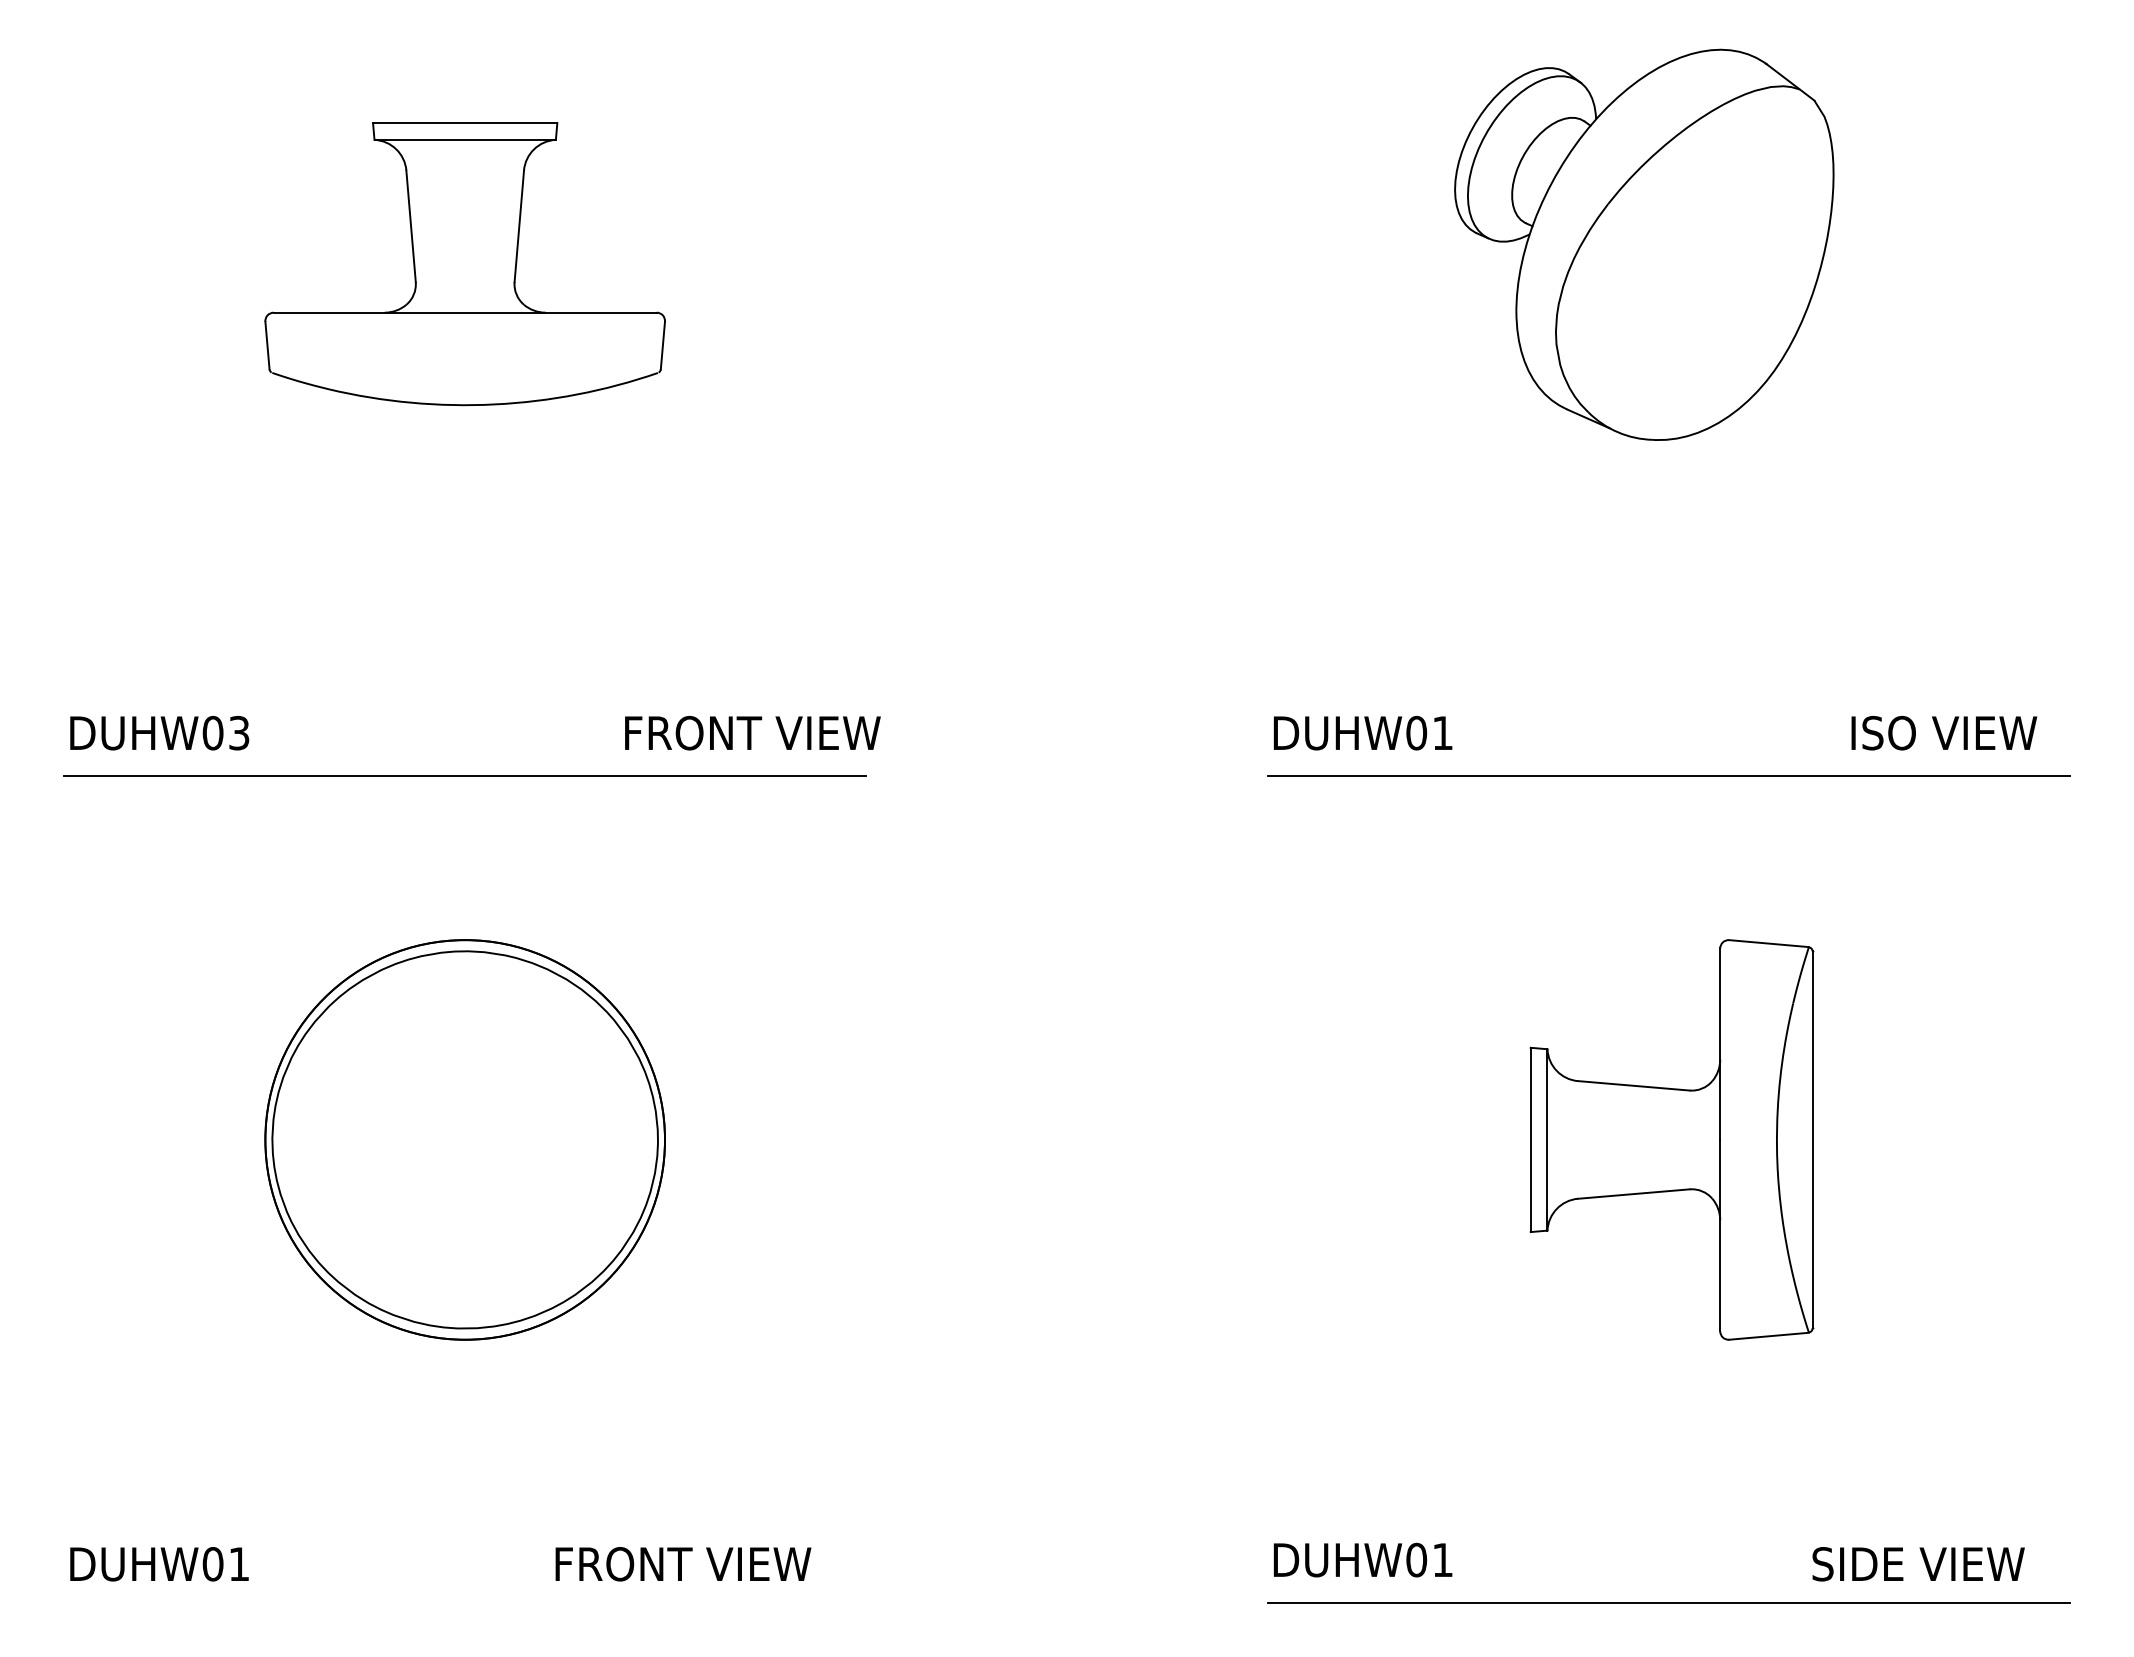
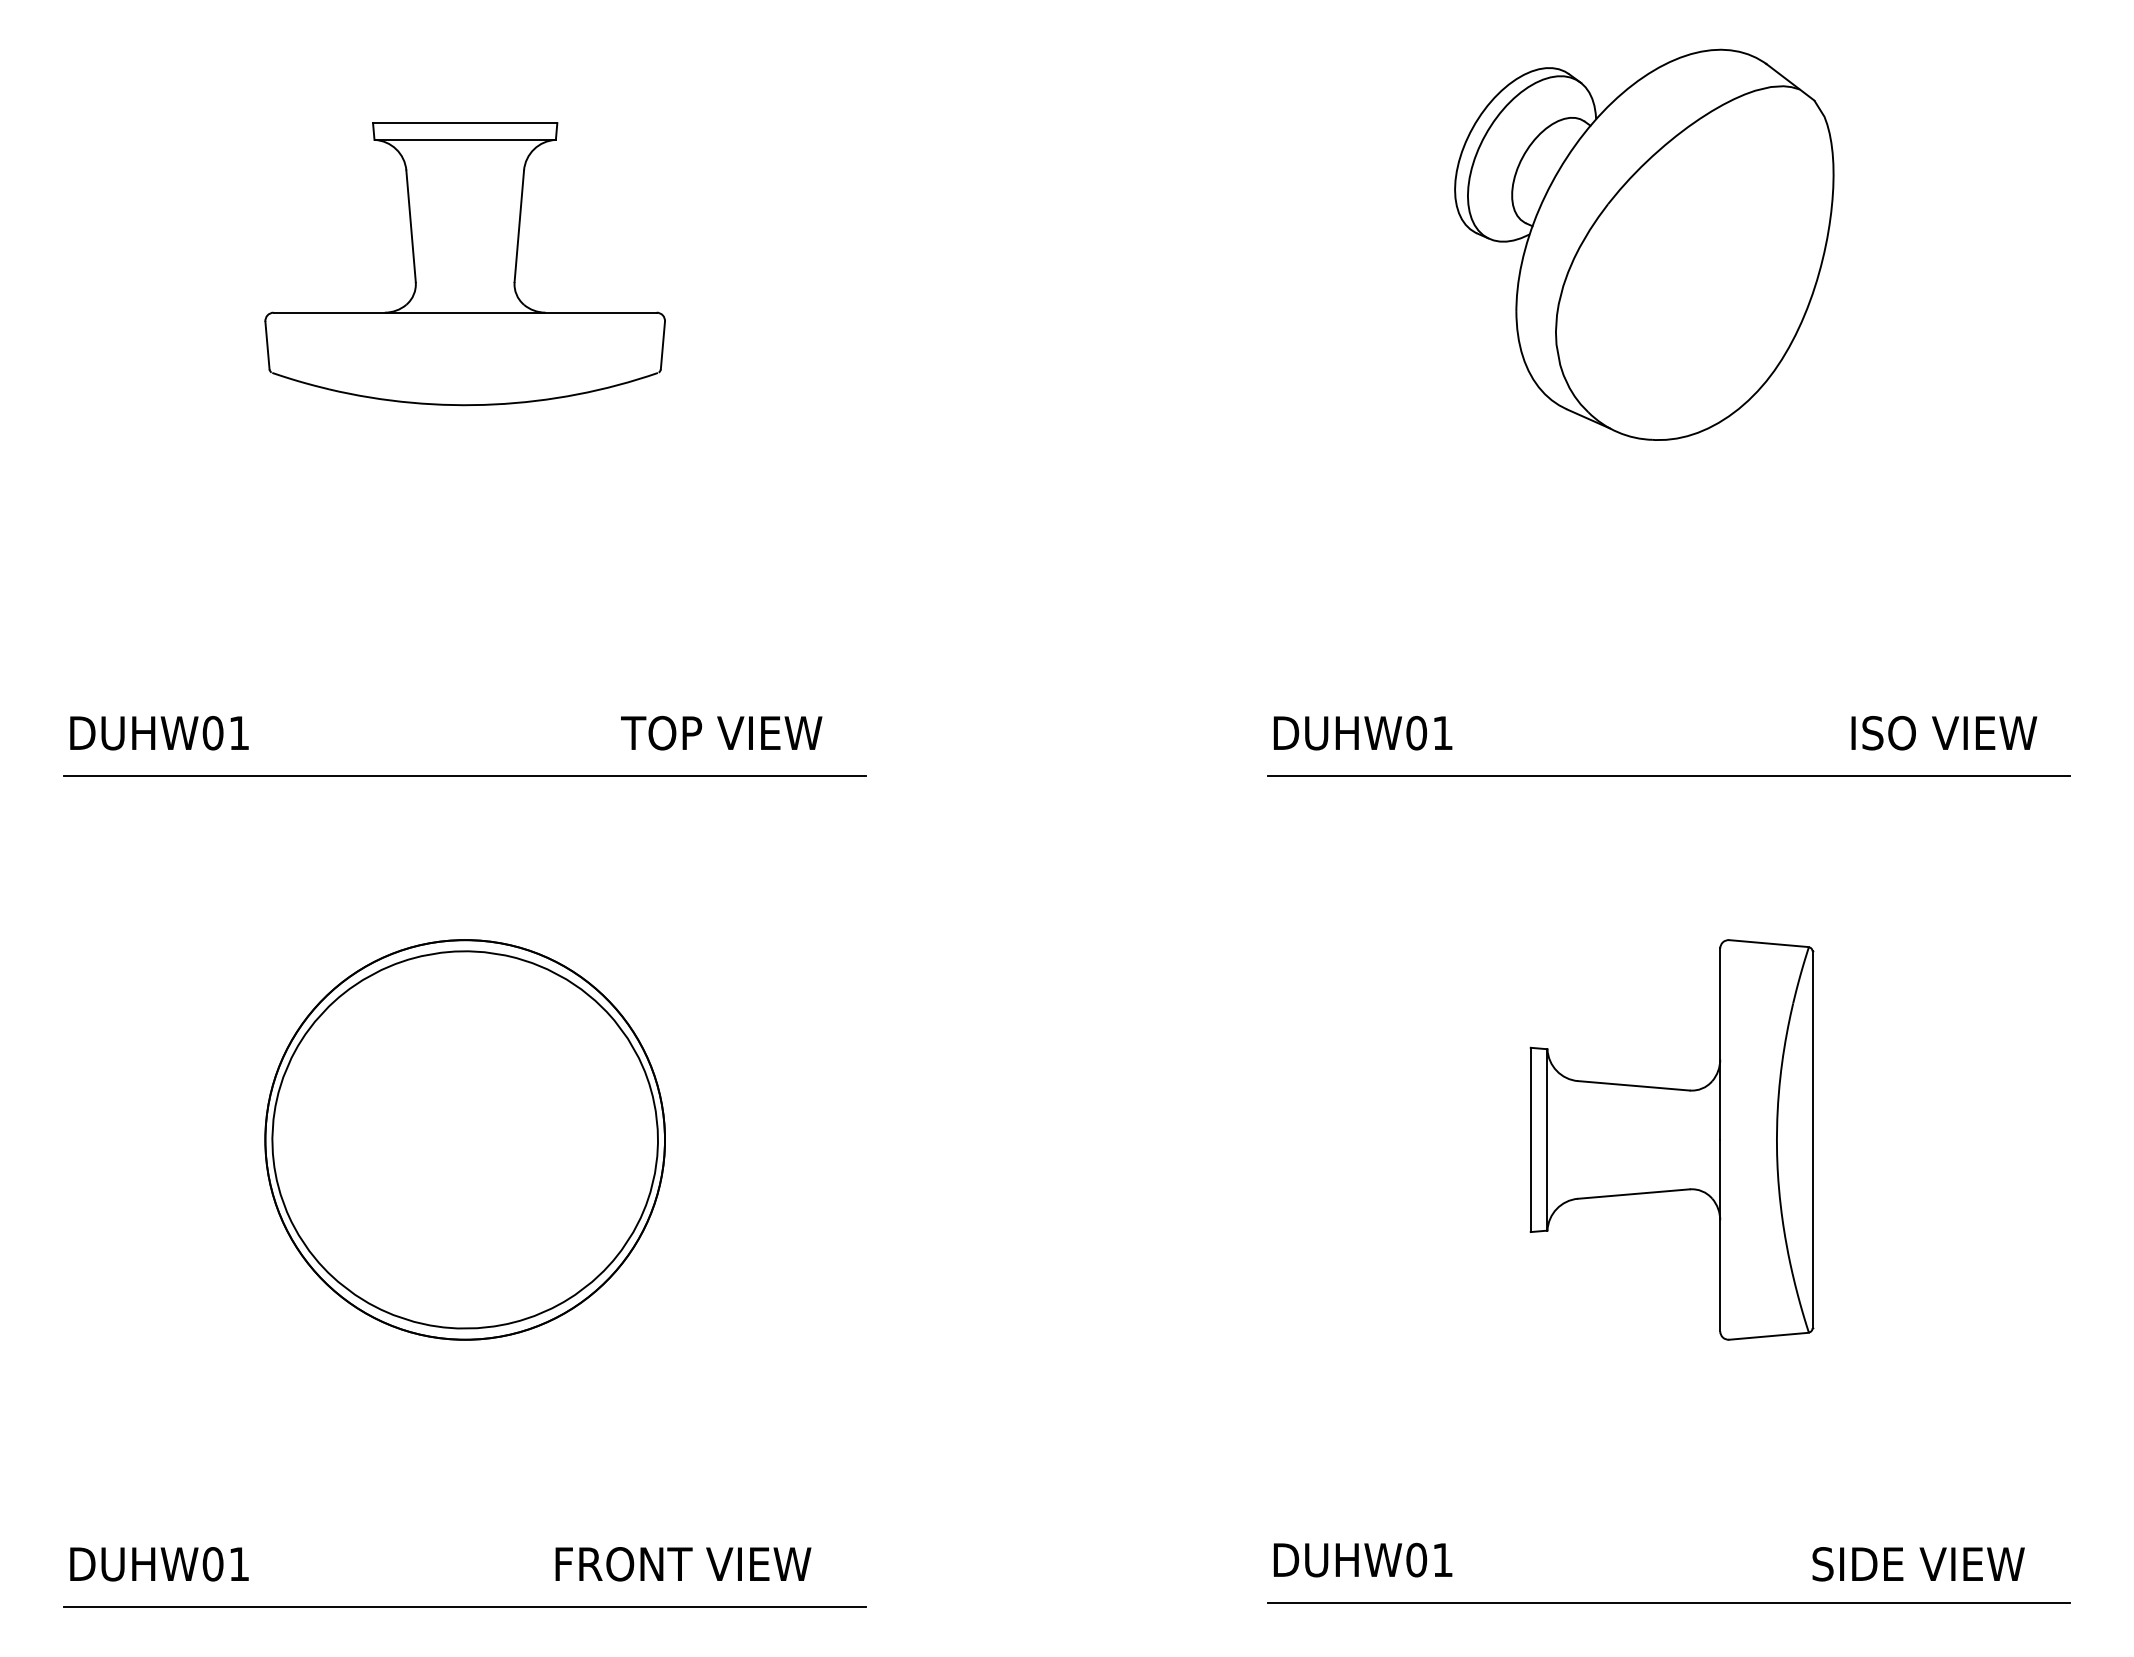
text at (239, 732): DUHW03 -> DUHW01
text at (750, 732): FRONT VIEW -> TOP VIEW
line at (465, 1607): none -> present
